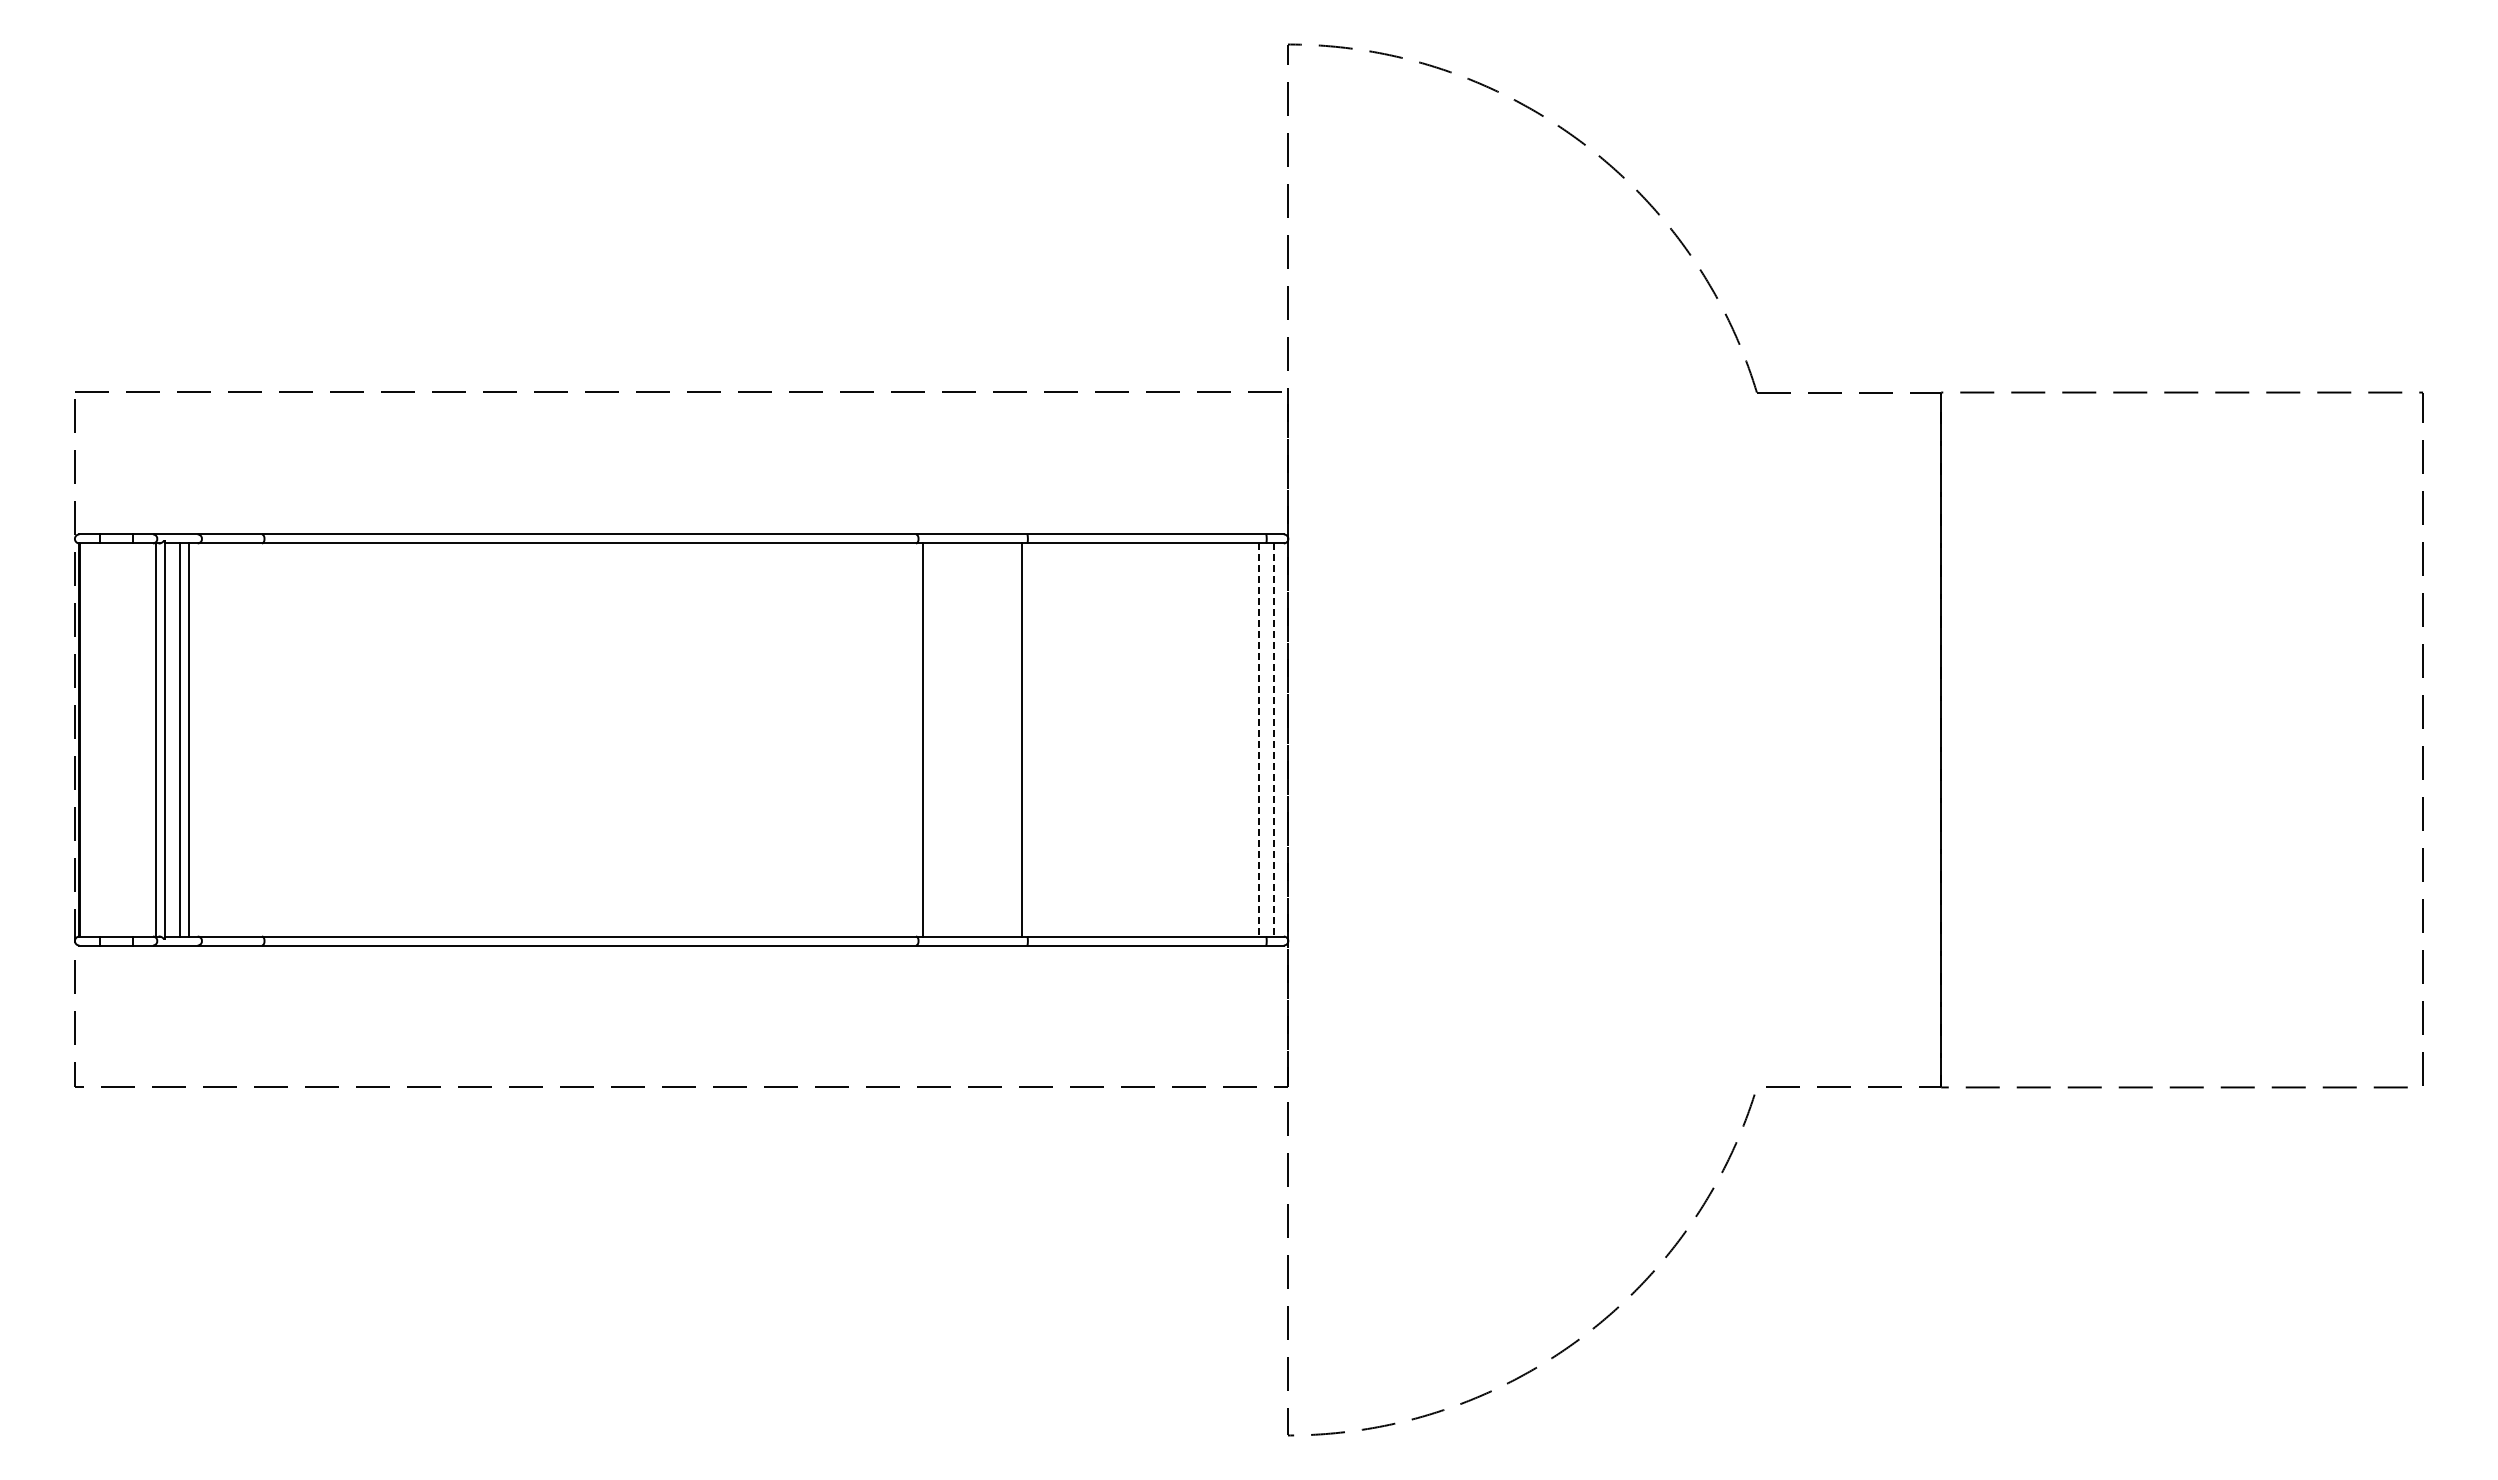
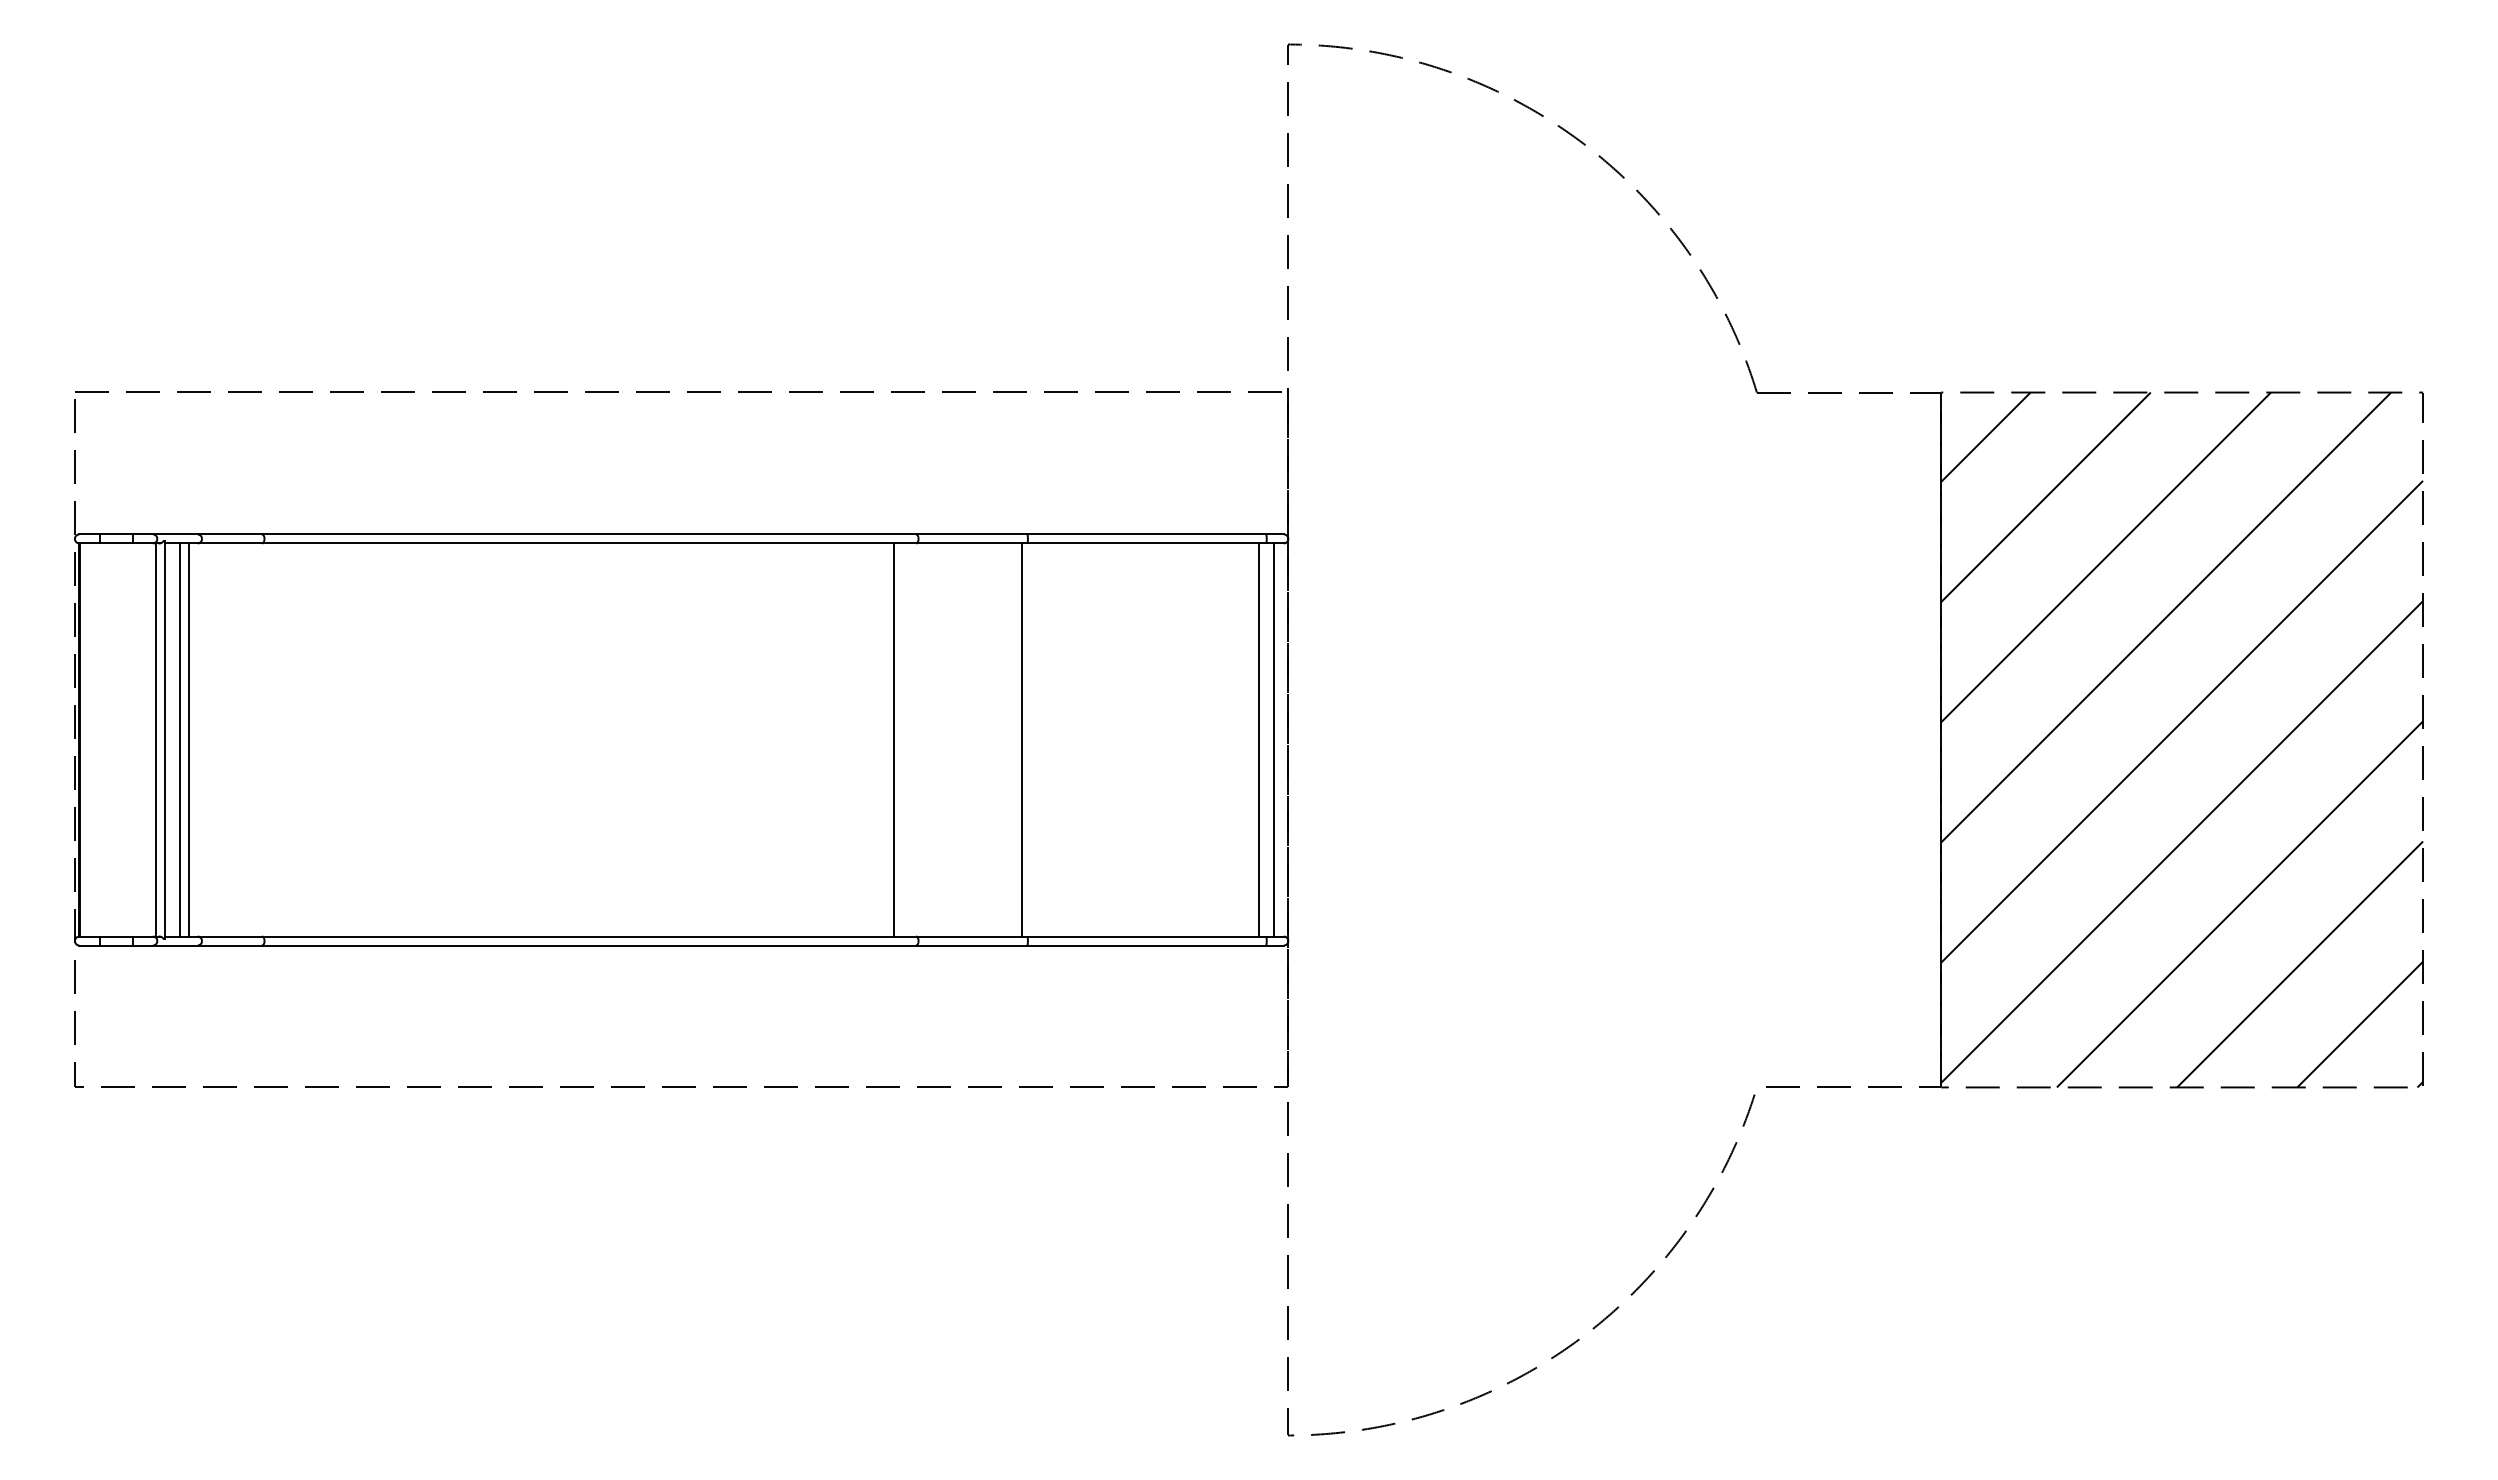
line at (923, 739) position: (923, 739) -> (894, 739)
line at (1259, 739): dashed -> solid
line at (1273, 739): dashed -> solid
hatch at (2182, 739): none -> present
